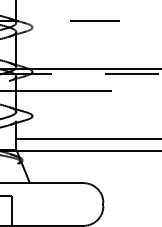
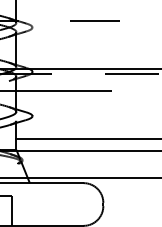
line at (80, 177): none -> present
